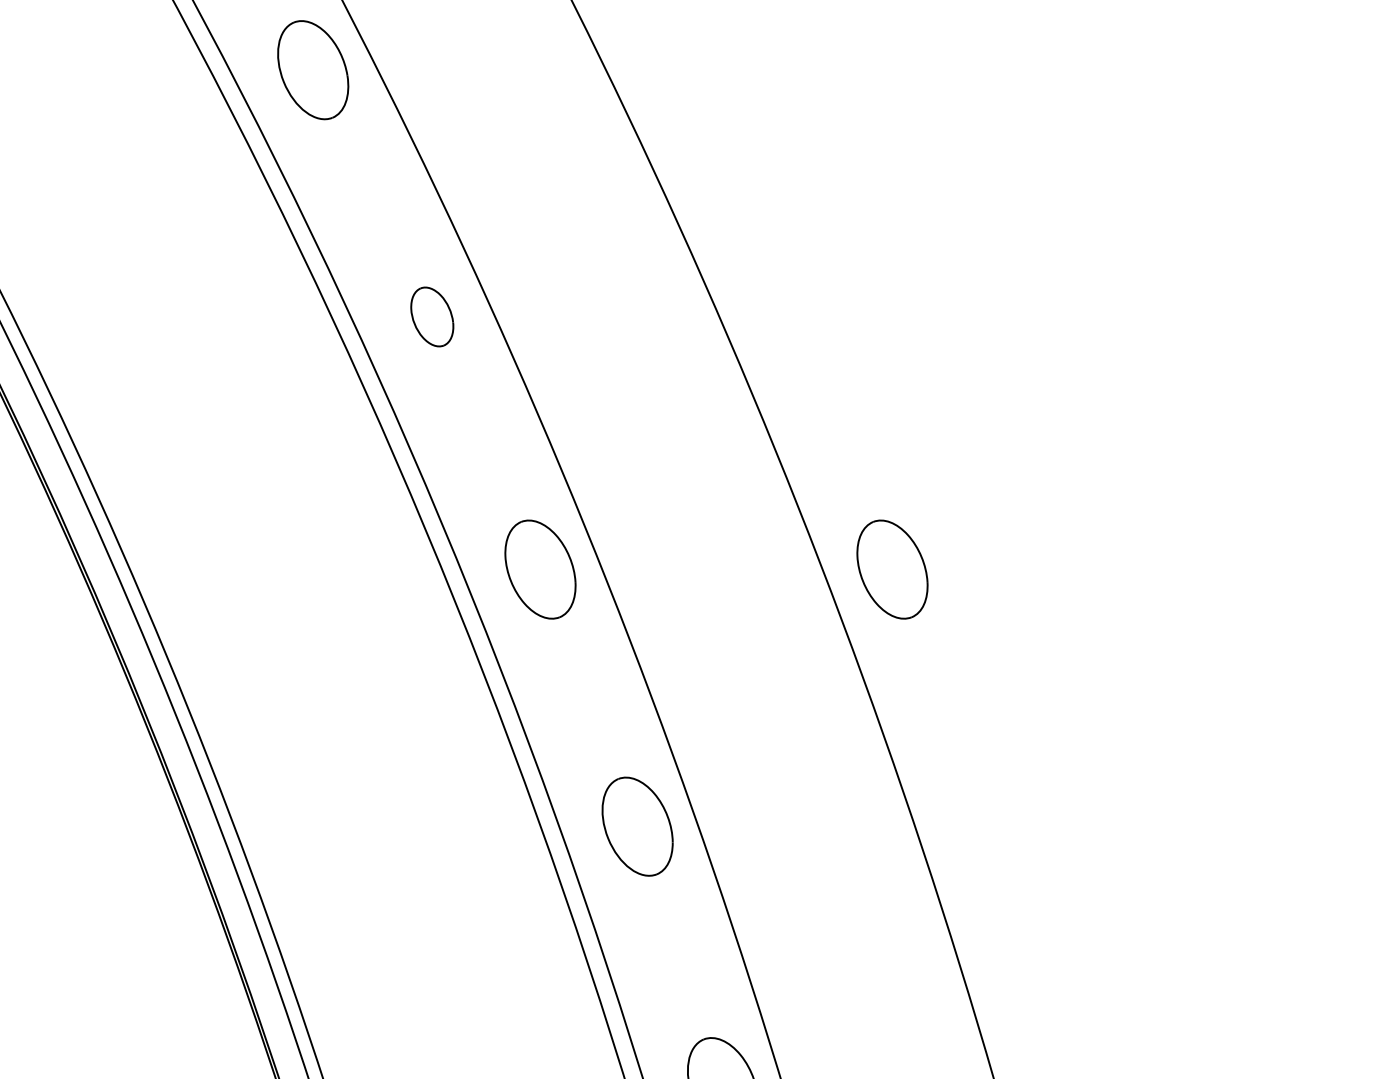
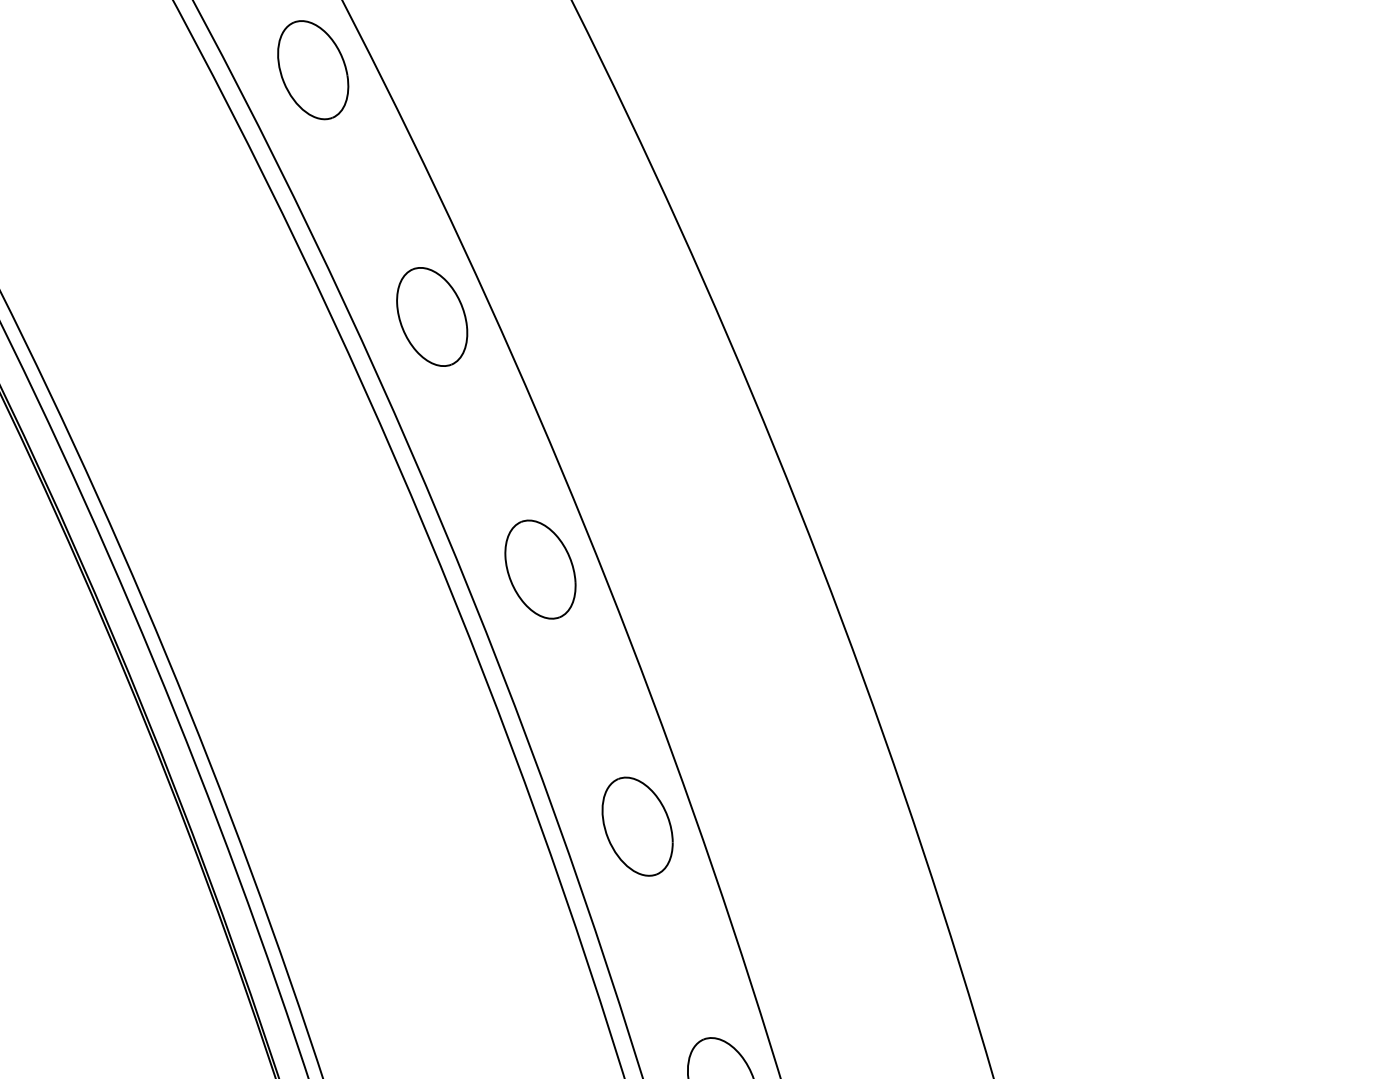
part at (432, 316) size: 45x62 px -> 73x100 px
part at (892, 569): present -> none
